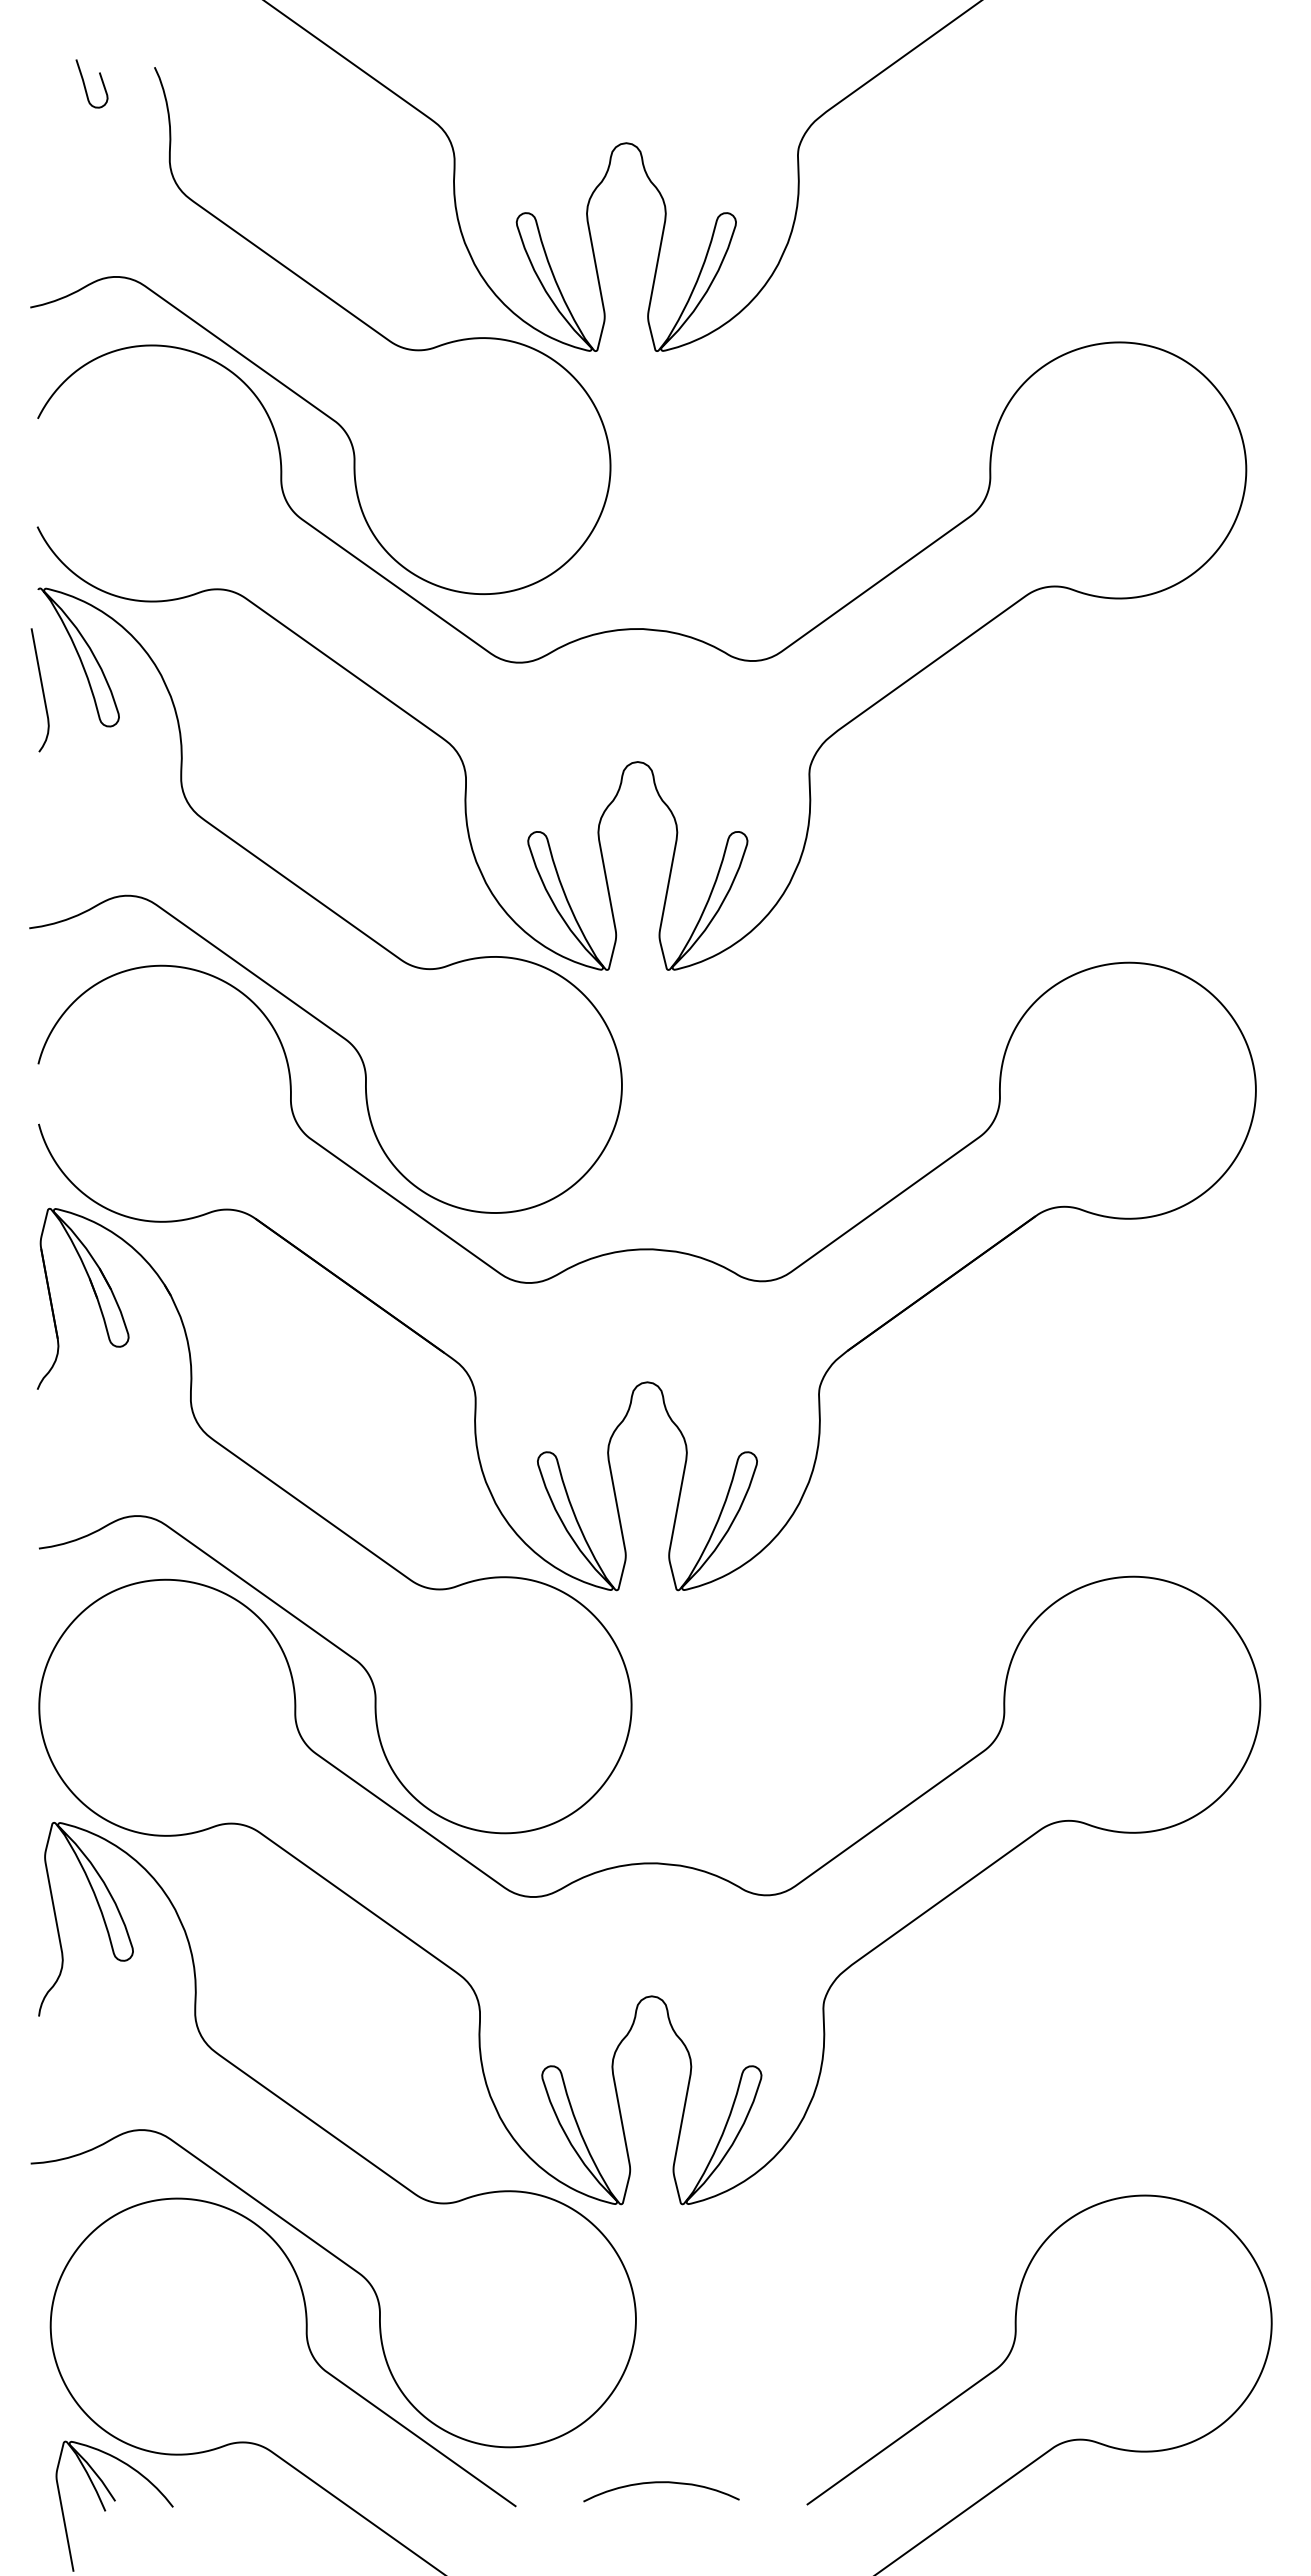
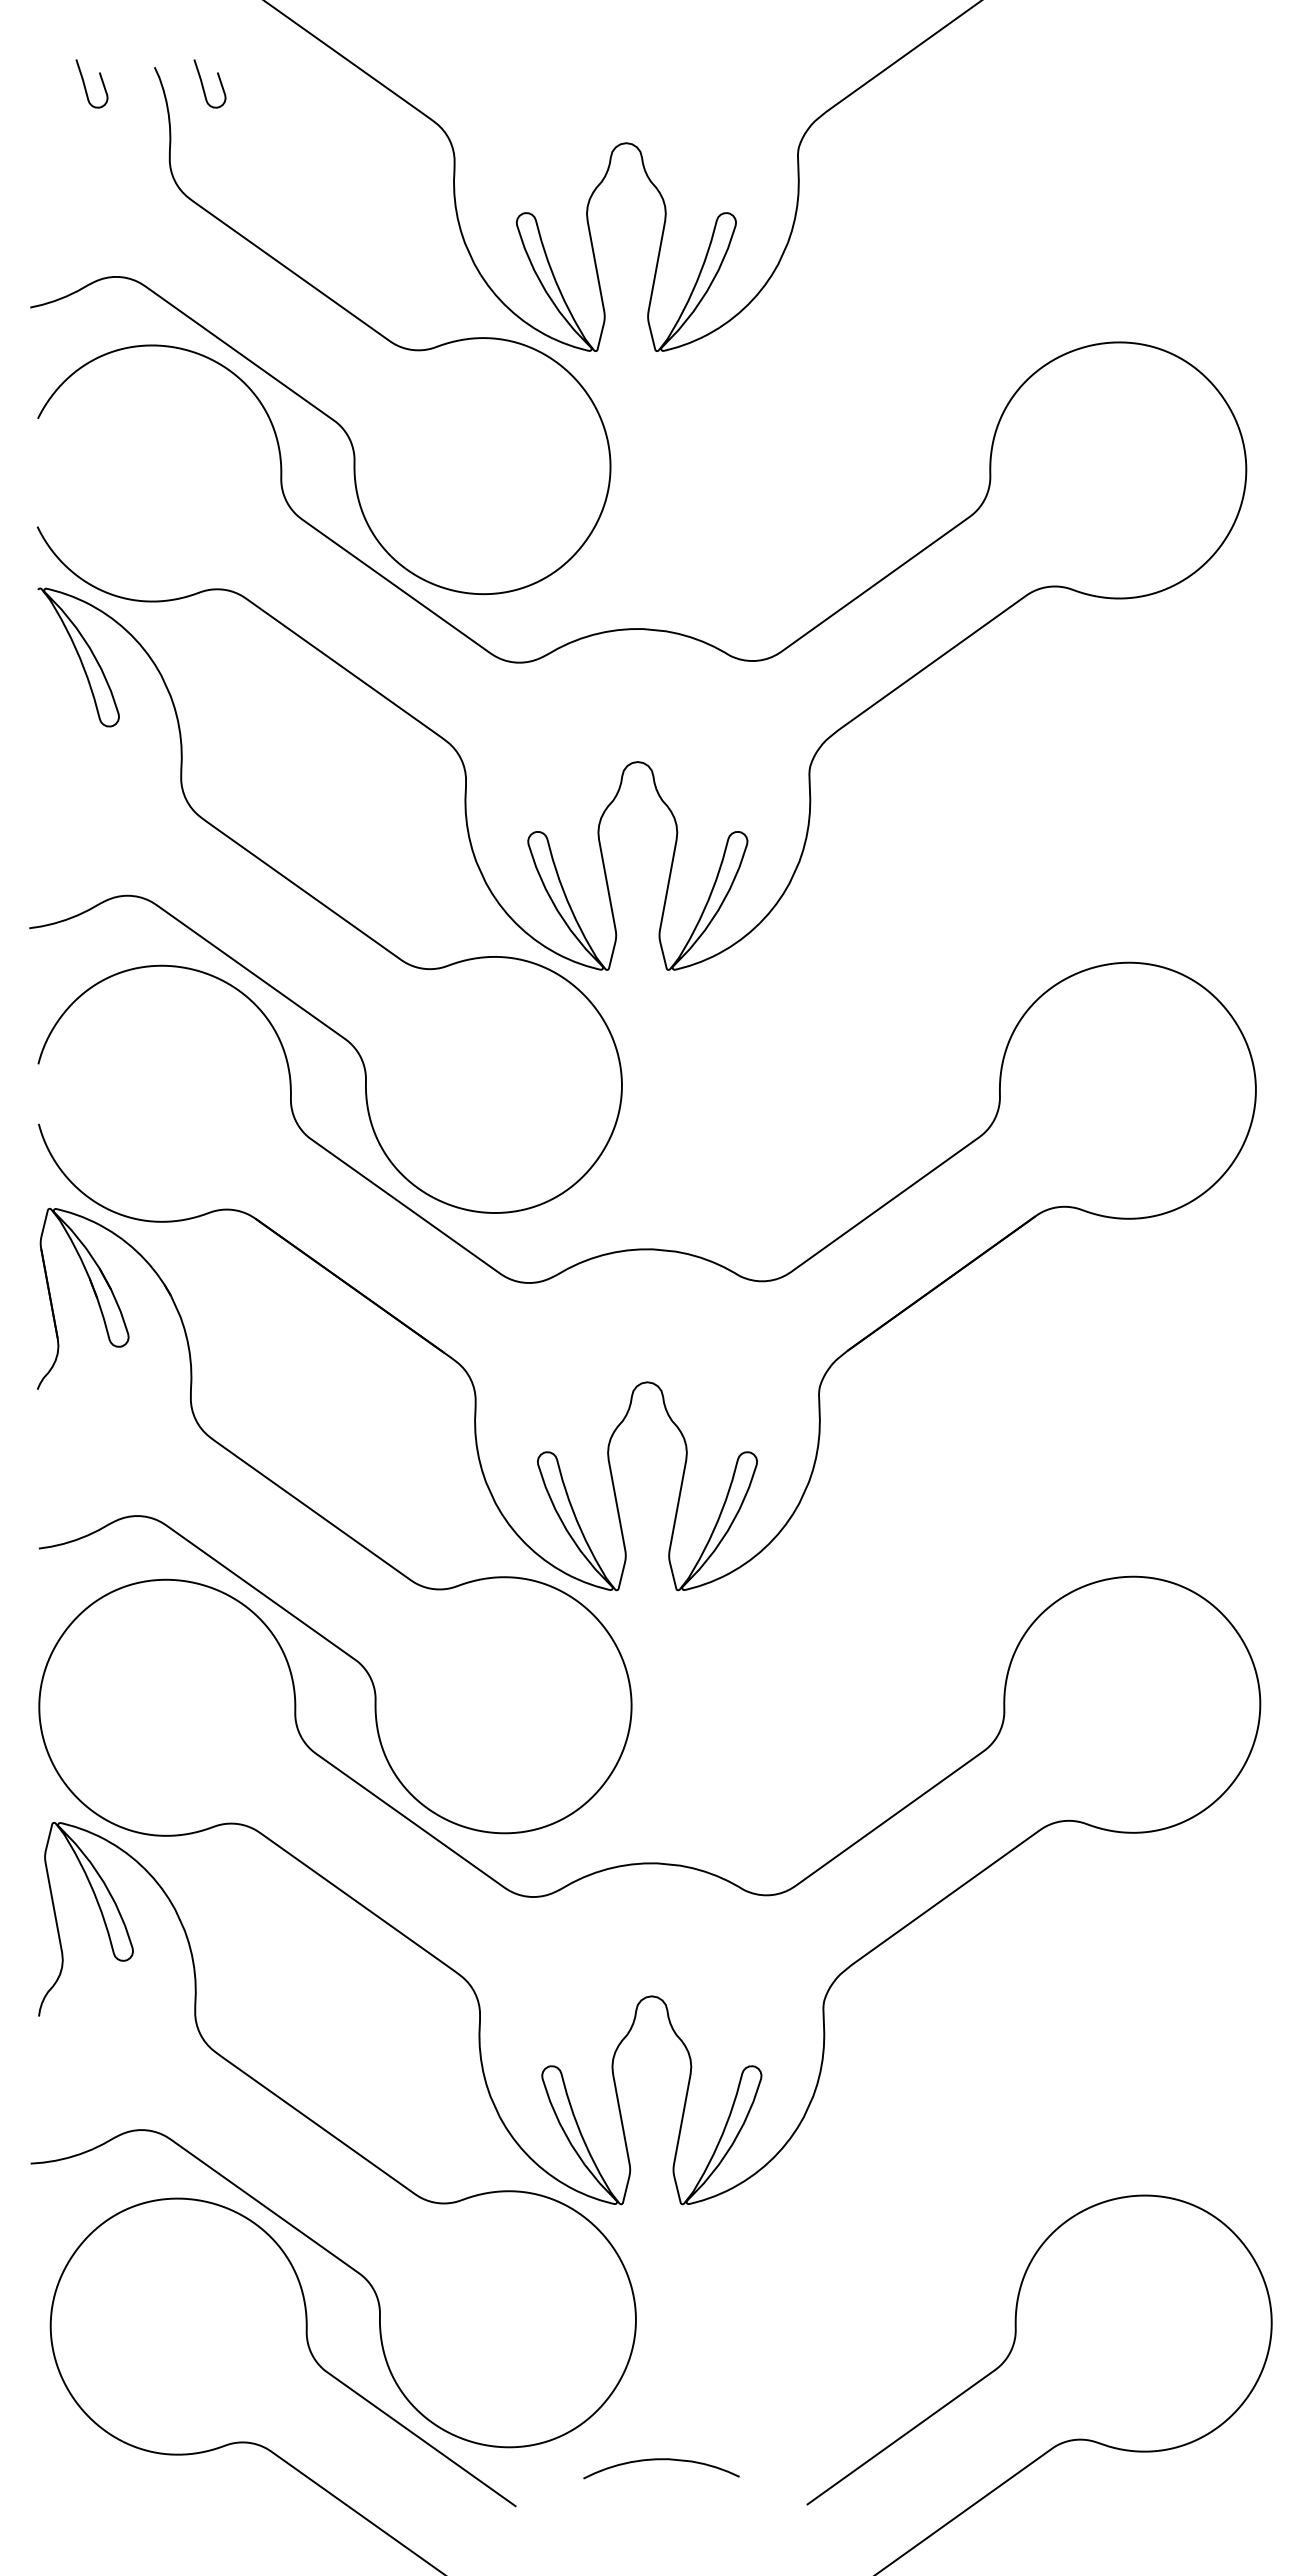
curve at (203, 84): none -> present
curve at (41, 689): present -> none
curve at (661, 2483) position: (661, 2483) -> (661, 2460)
part at (114, 2505): present -> none
